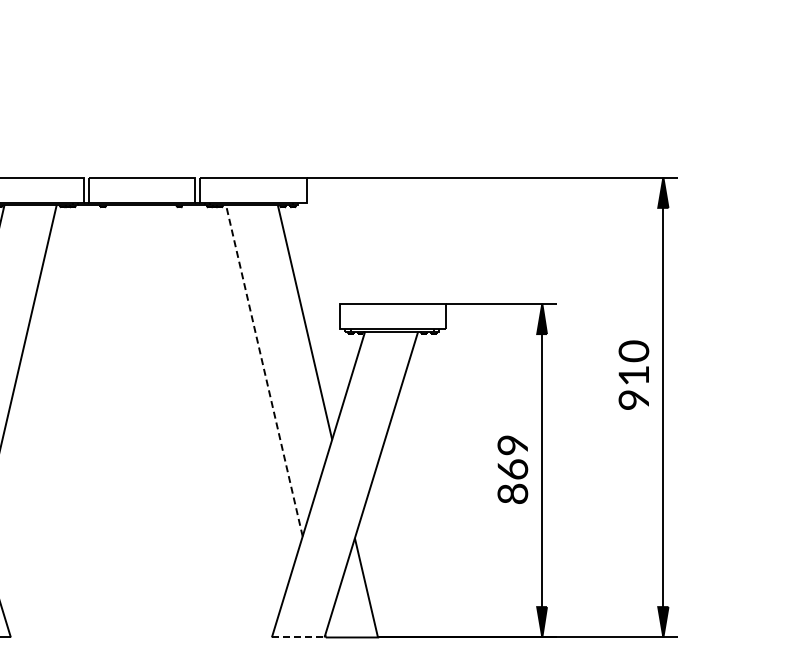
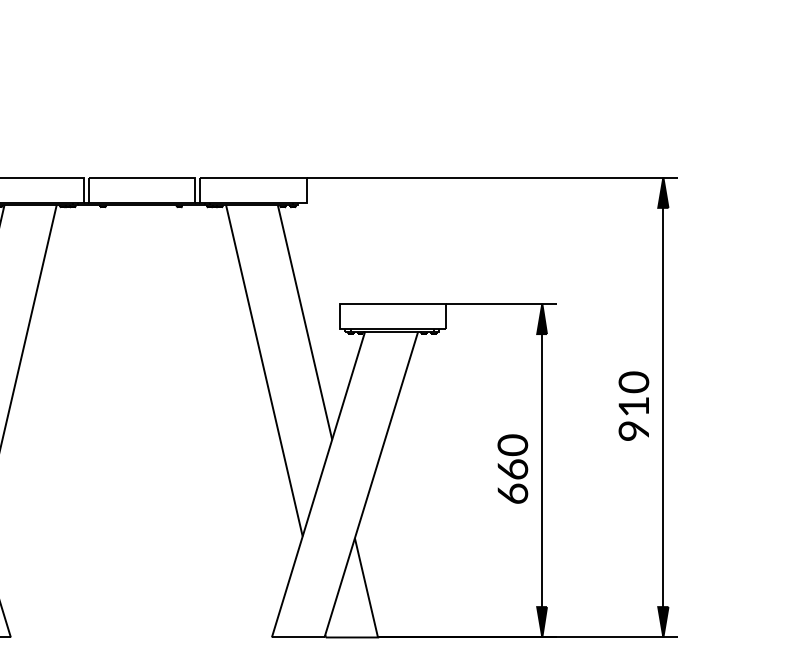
line at (264, 370): dashed -> solid
text at (633, 374) position: (633, 374) -> (633, 405)
text at (512, 468): 869 -> 660
line at (298, 637): dashed -> solid
